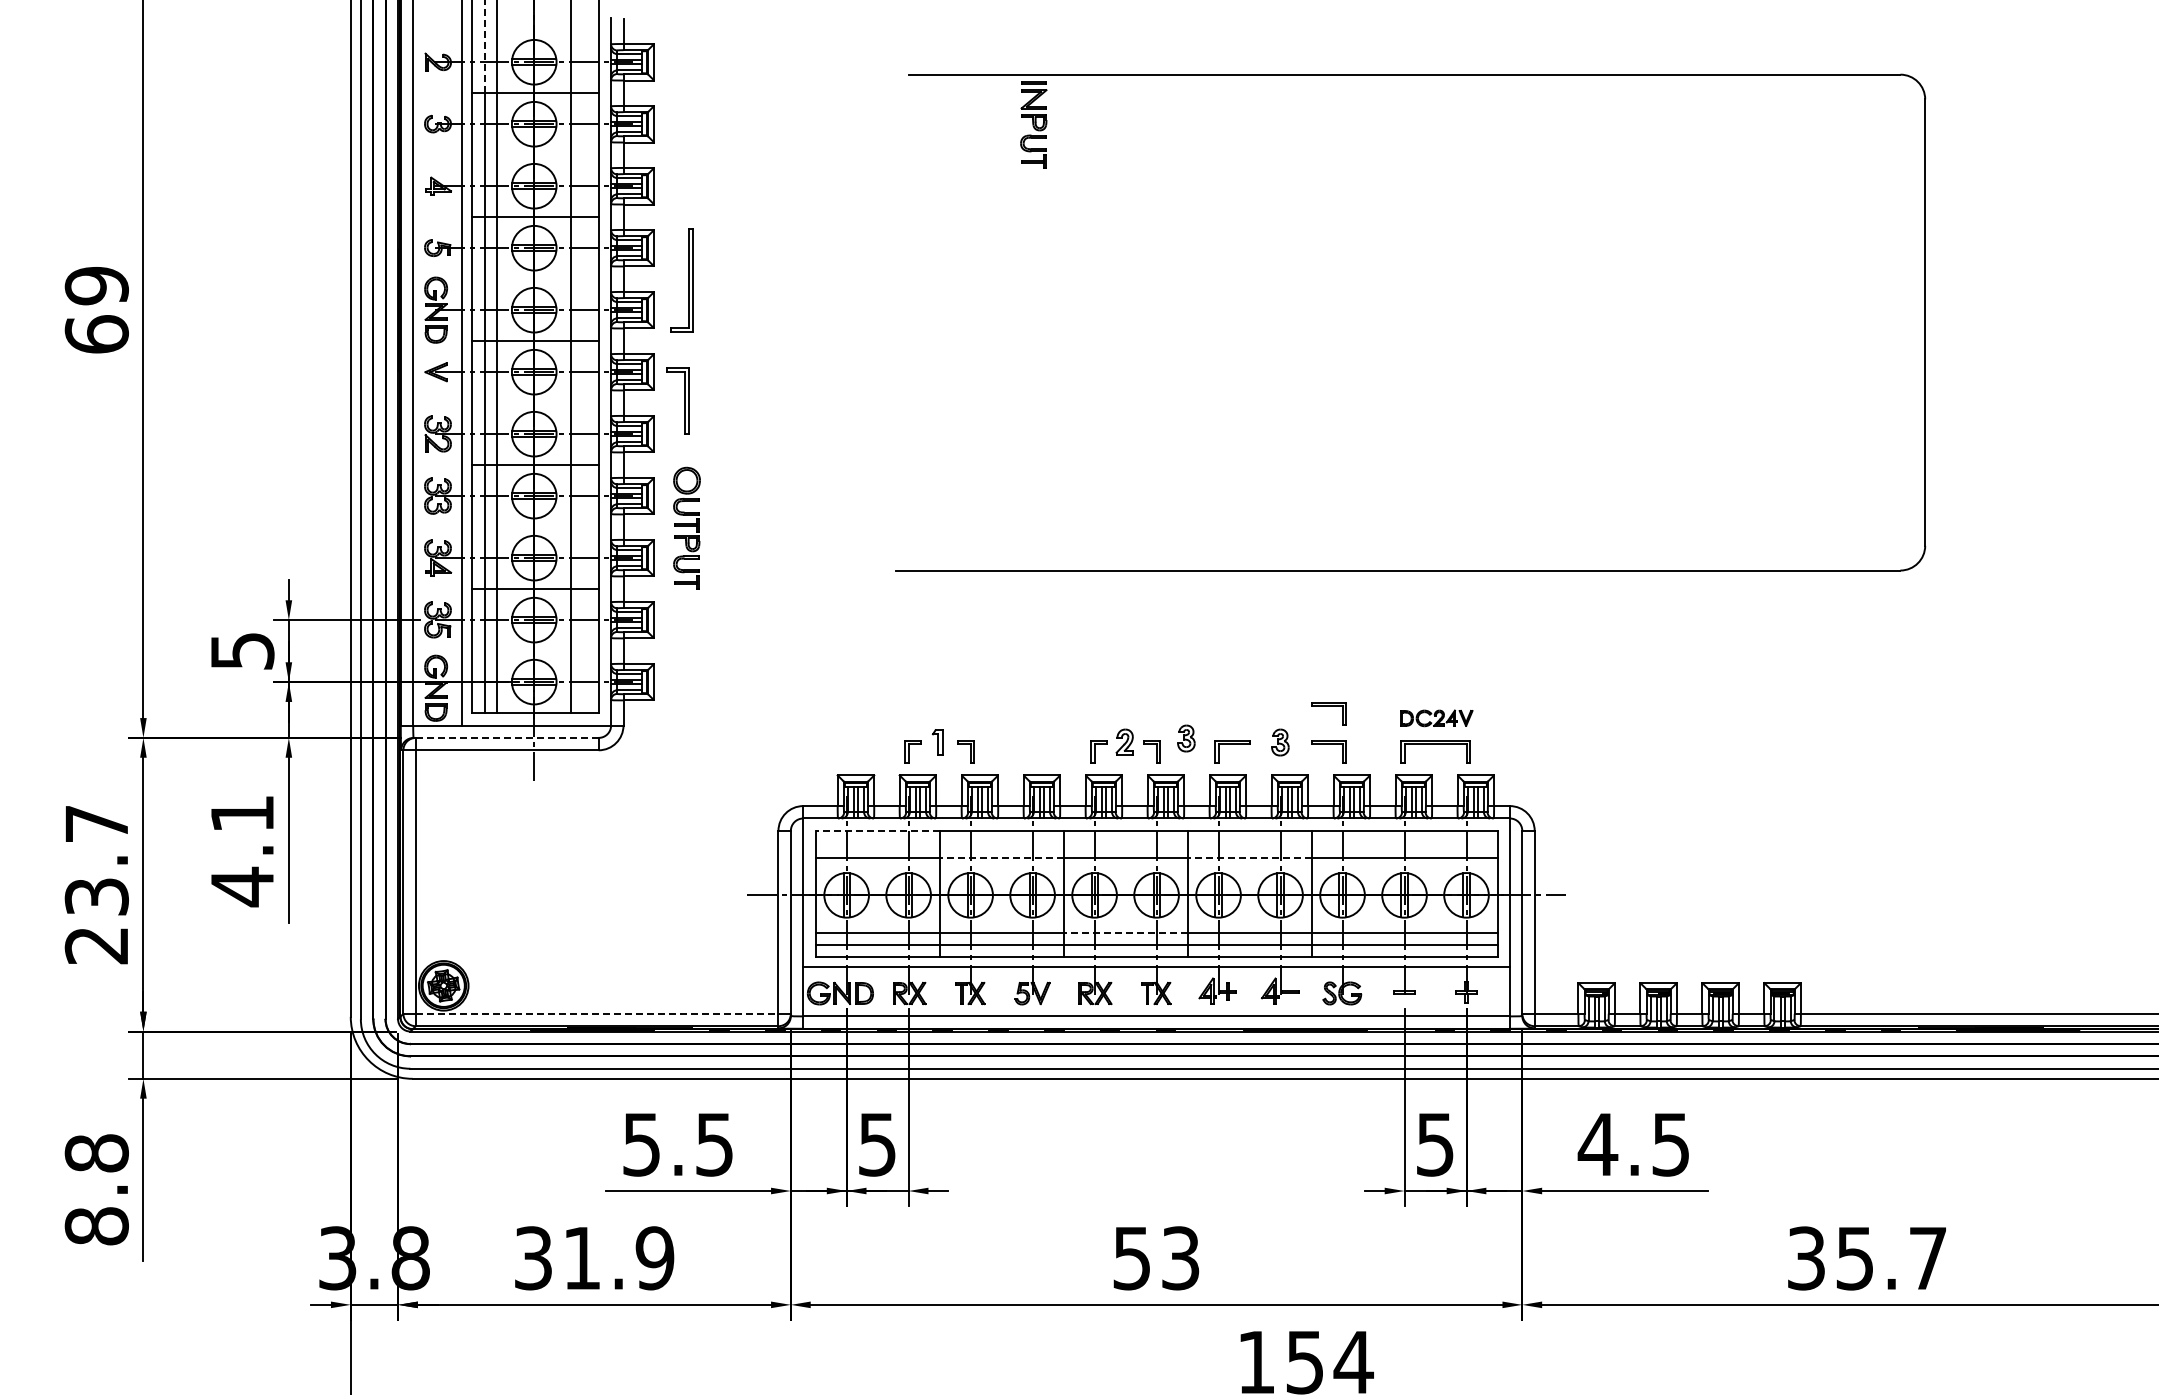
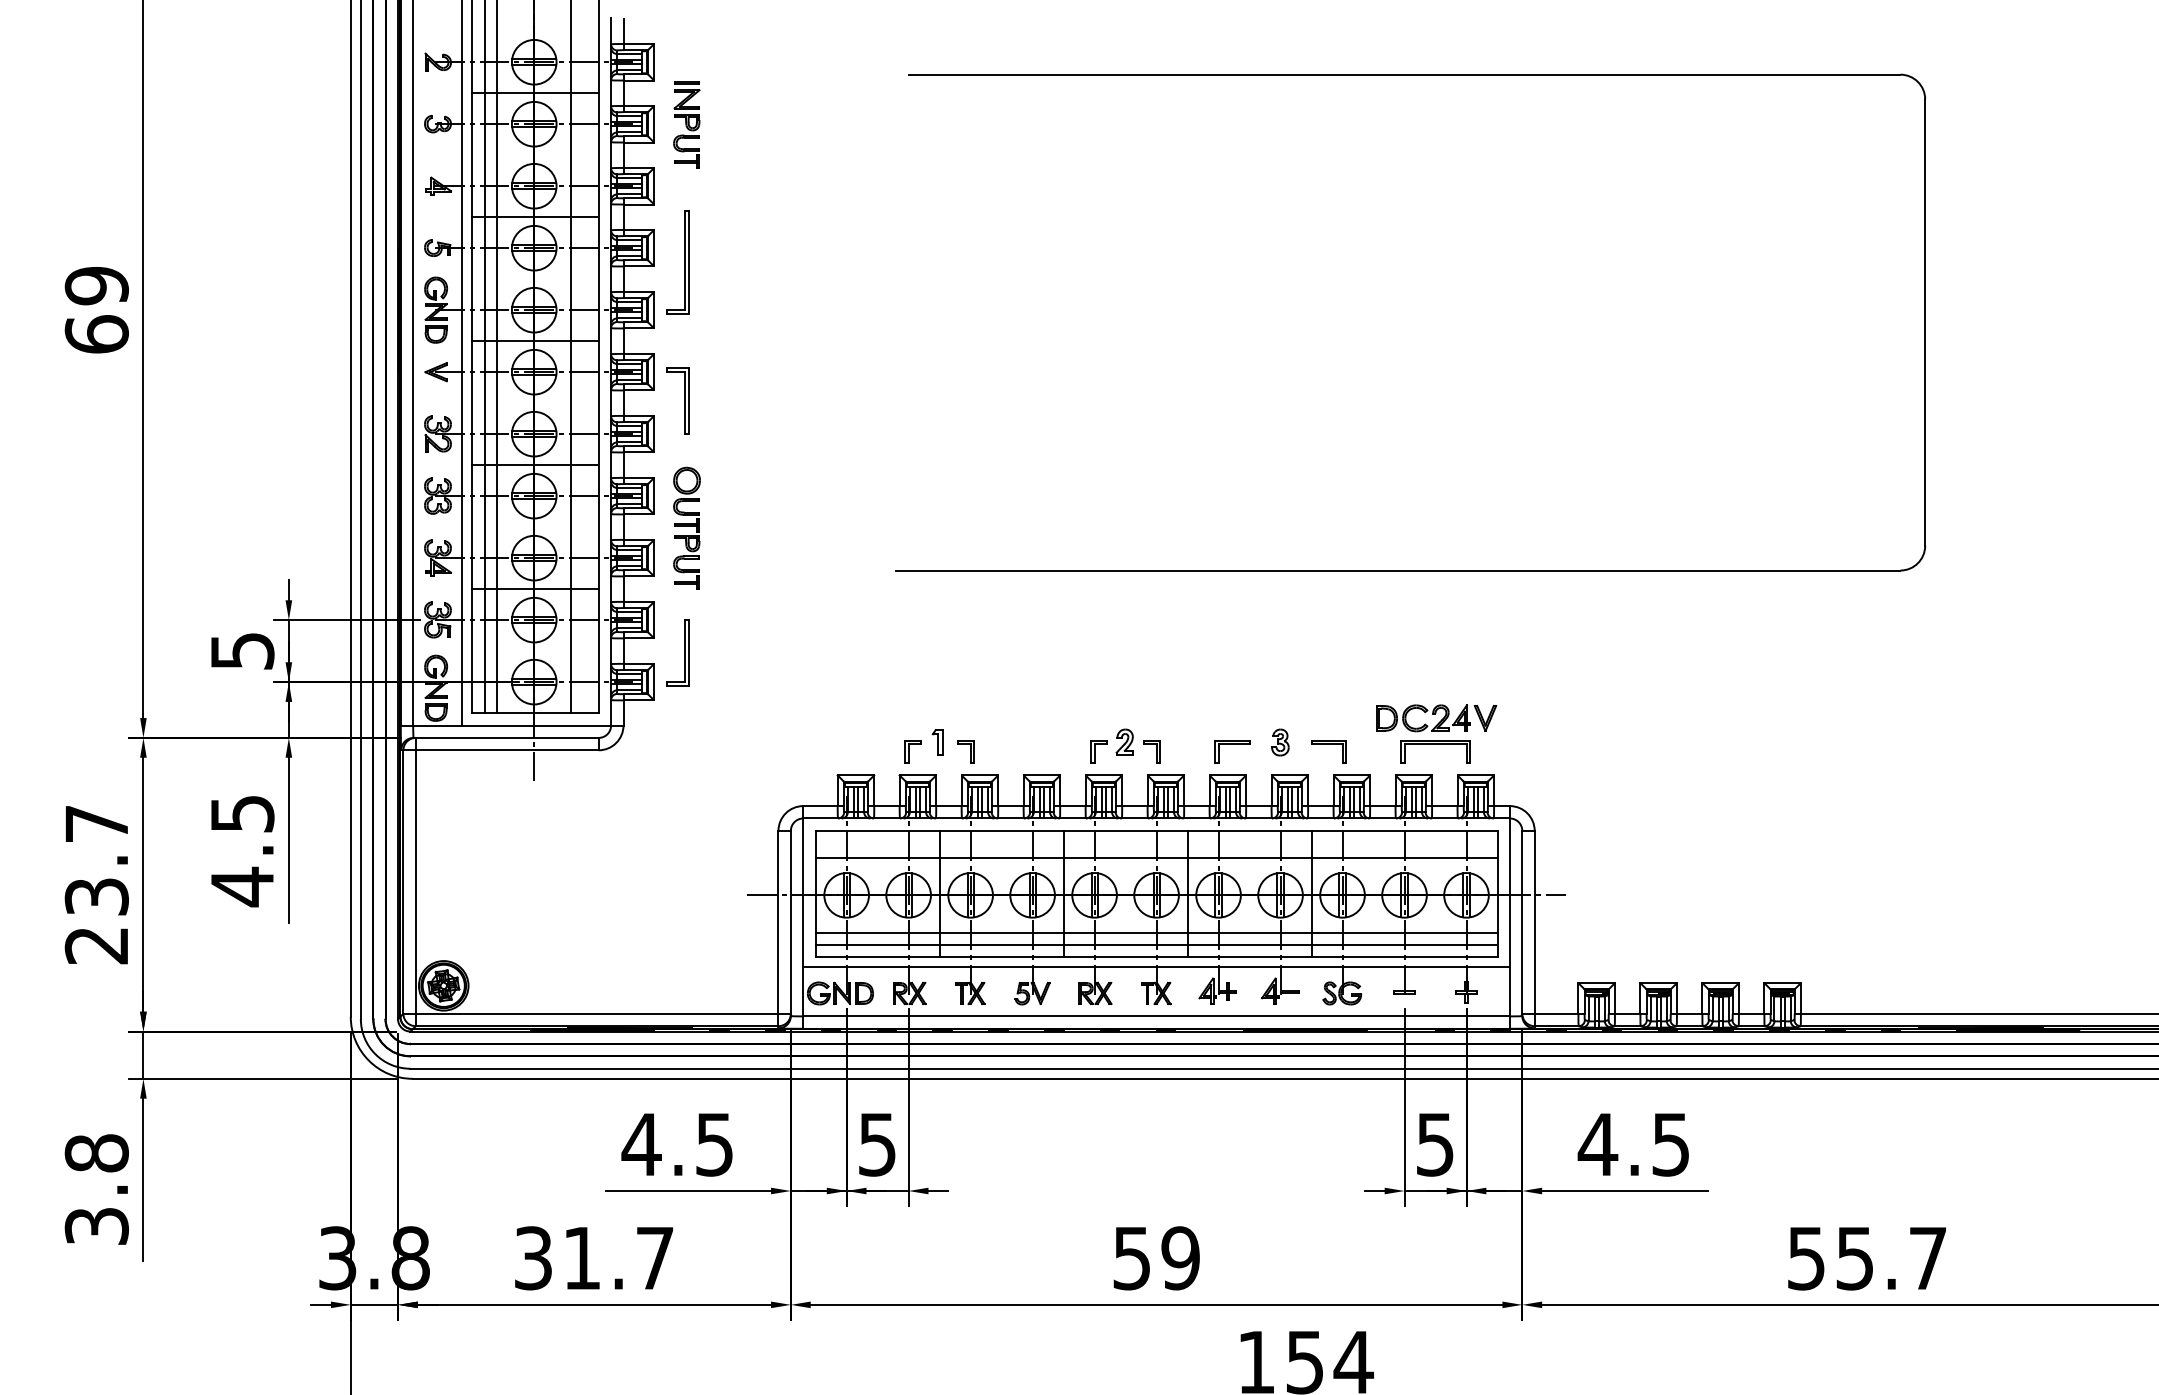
line at (484, 46): dashed -> solid
part at (1033, 124) position: (1033, 124) -> (686, 124)
part at (688, 280) position: (688, 280) -> (684, 262)
part at (684, 652): none -> present
part at (1328, 706): present -> none
part at (1436, 718) size: 74x19 px -> 122x29 px
line at (507, 737): dashed -> solid
part at (1186, 738): present -> none
text at (242, 814): 4.1 -> 4.5
line at (877, 830): dashed -> solid
line at (1001, 858): dashed -> solid
line at (1249, 858): dashed -> solid
line at (1125, 932): dashed -> solid
line at (597, 1013): dashed -> solid
text at (641, 1144): 5.5 -> 4.5
text at (96, 1226): 8.8 -> 3.8
text at (1806, 1257): 35.7 -> 55.7
text at (654, 1258): 31.9 -> 31.7
text at (1180, 1258): 53 -> 59
